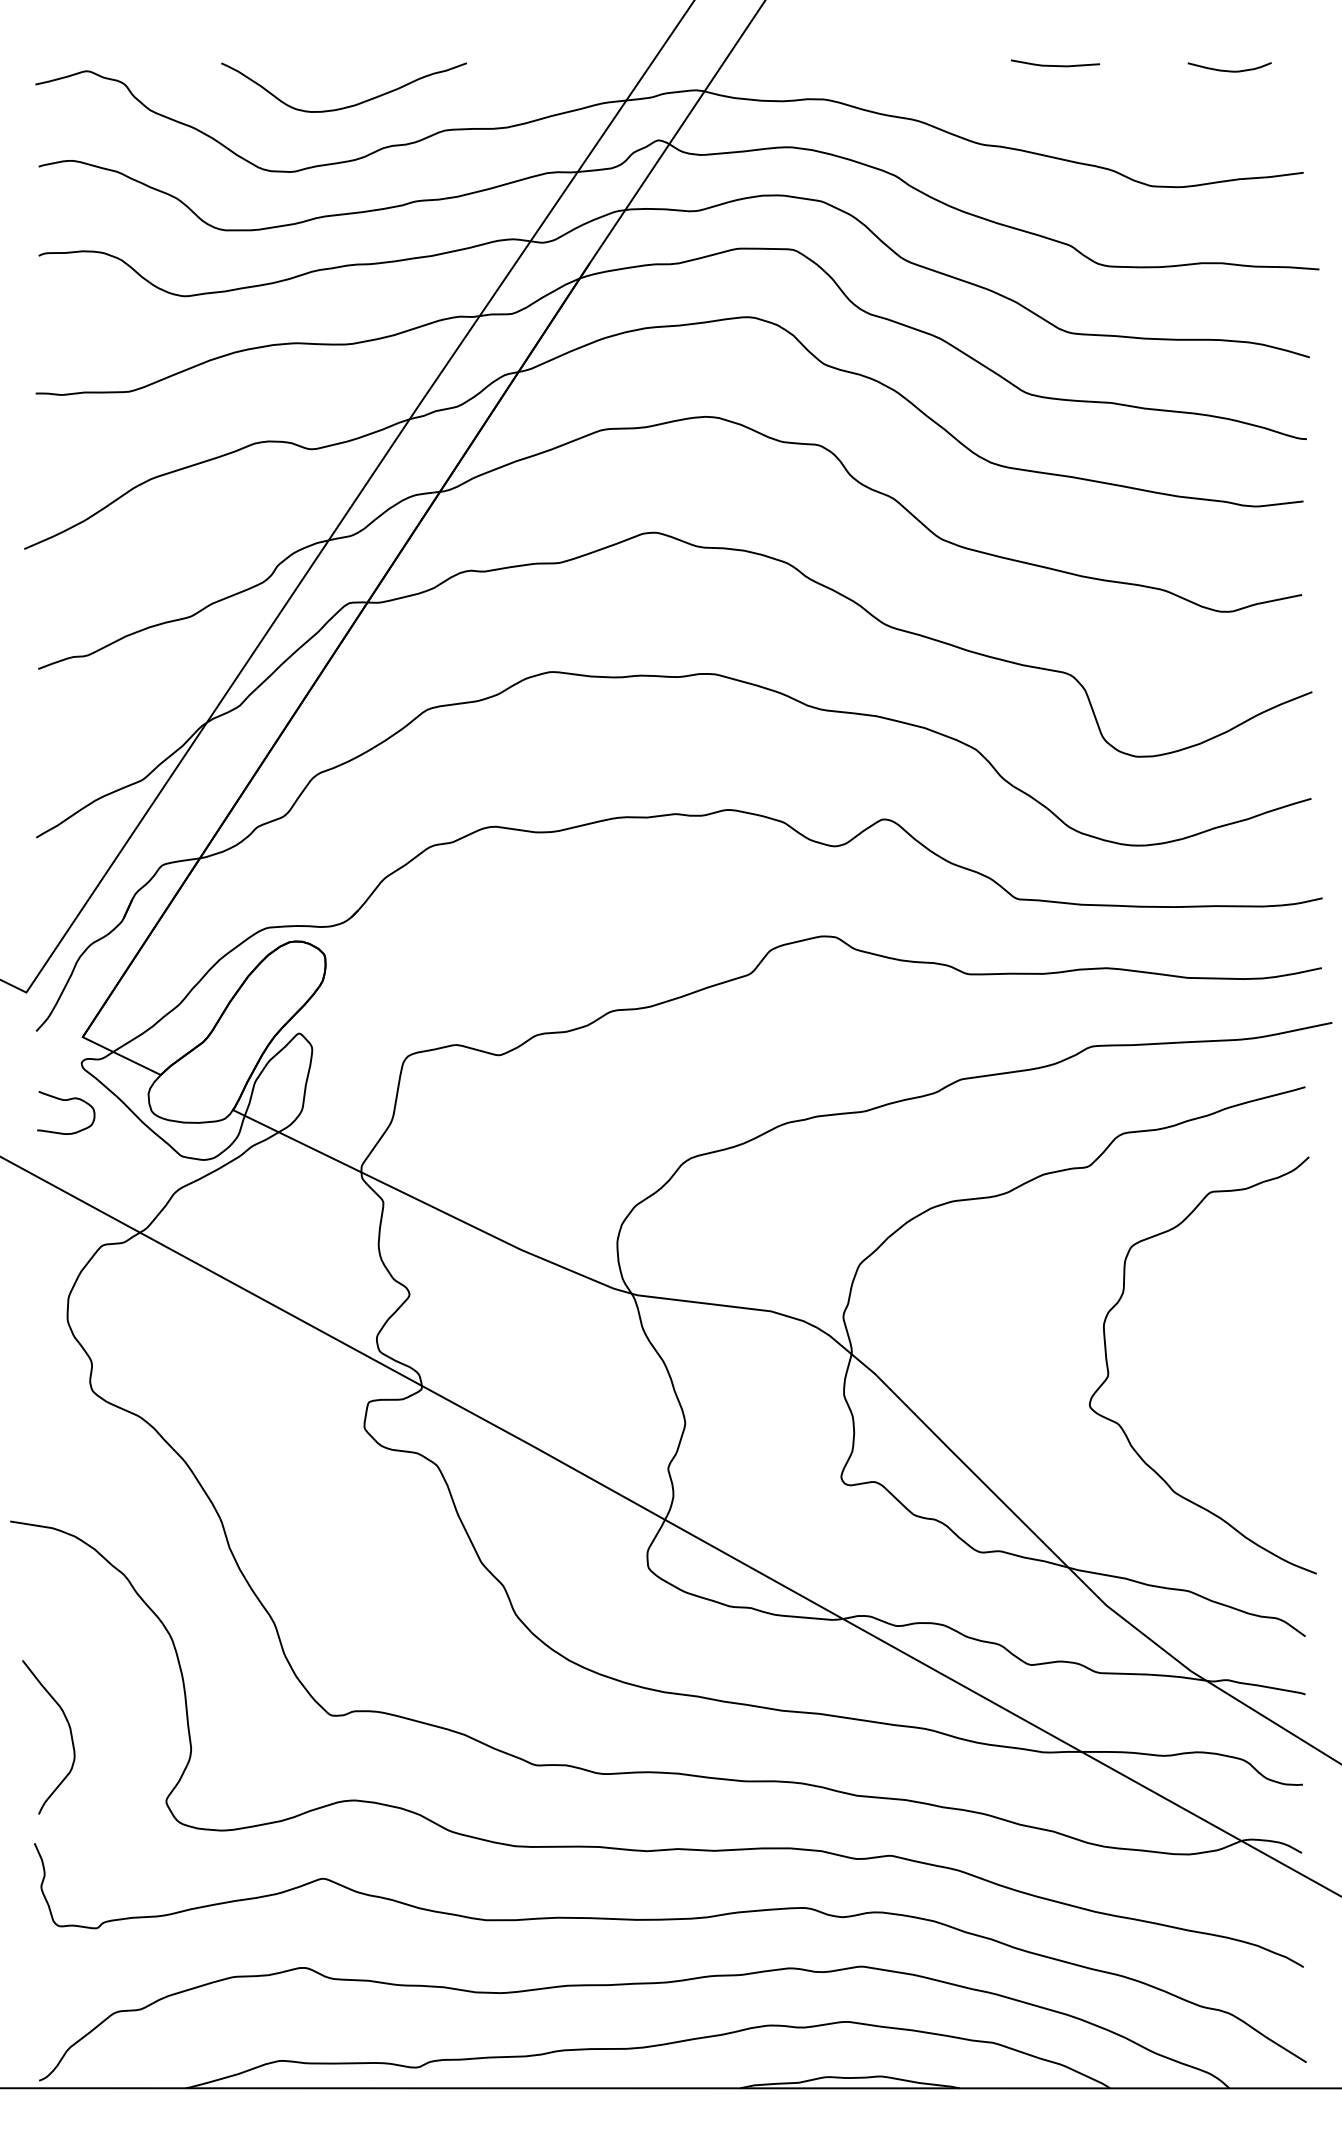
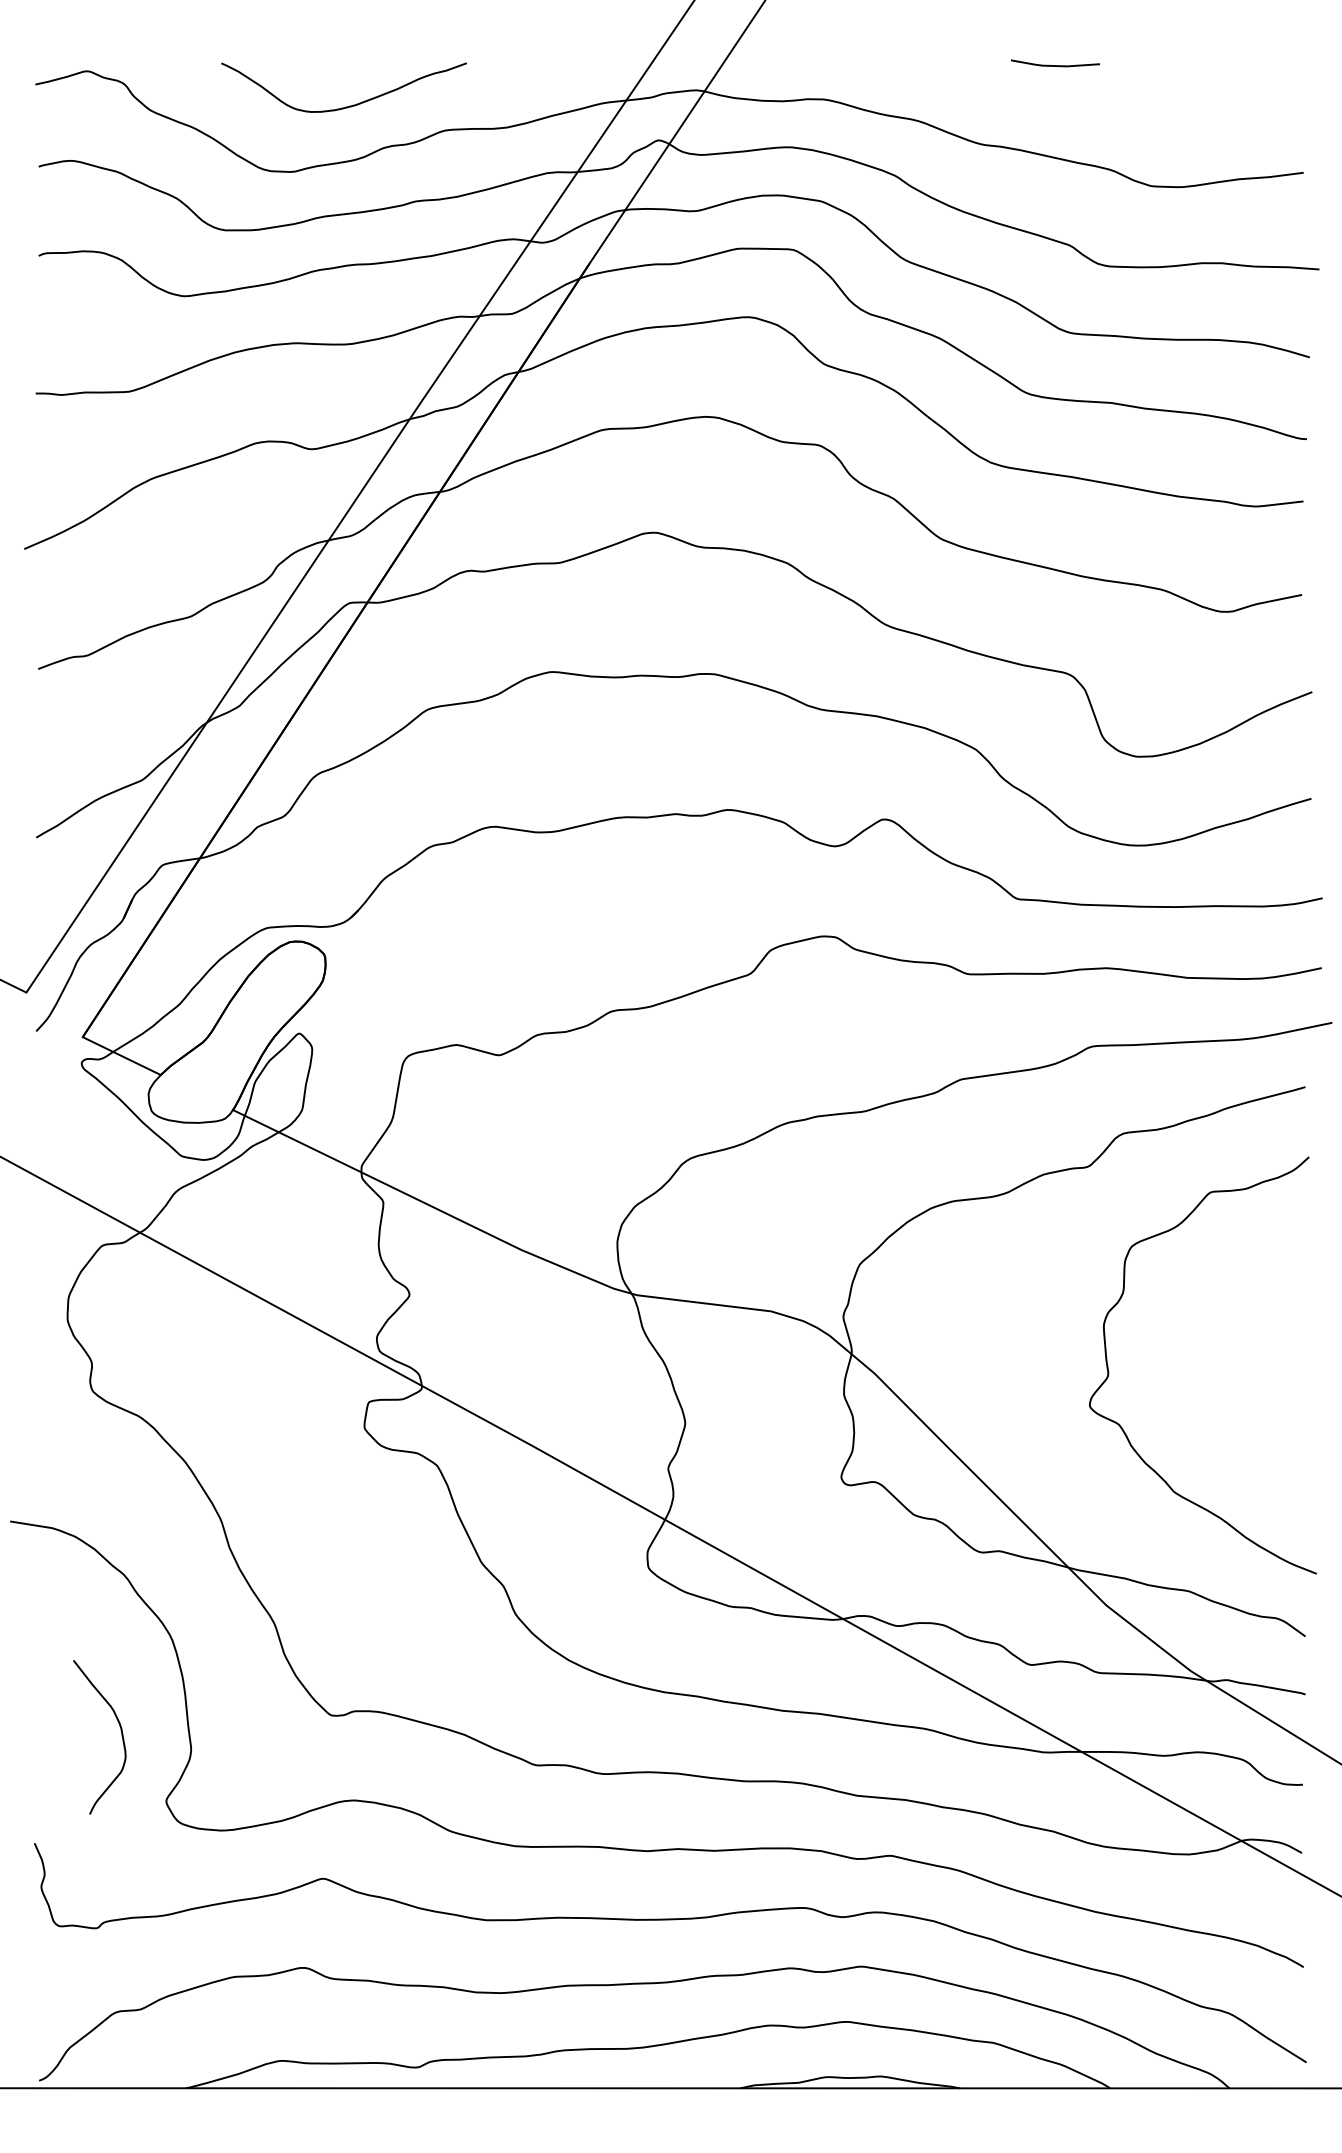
curve at (1229, 70): present -> none
curve at (66, 1100): present -> none
curve at (70, 1736) position: (70, 1736) -> (121, 1736)
